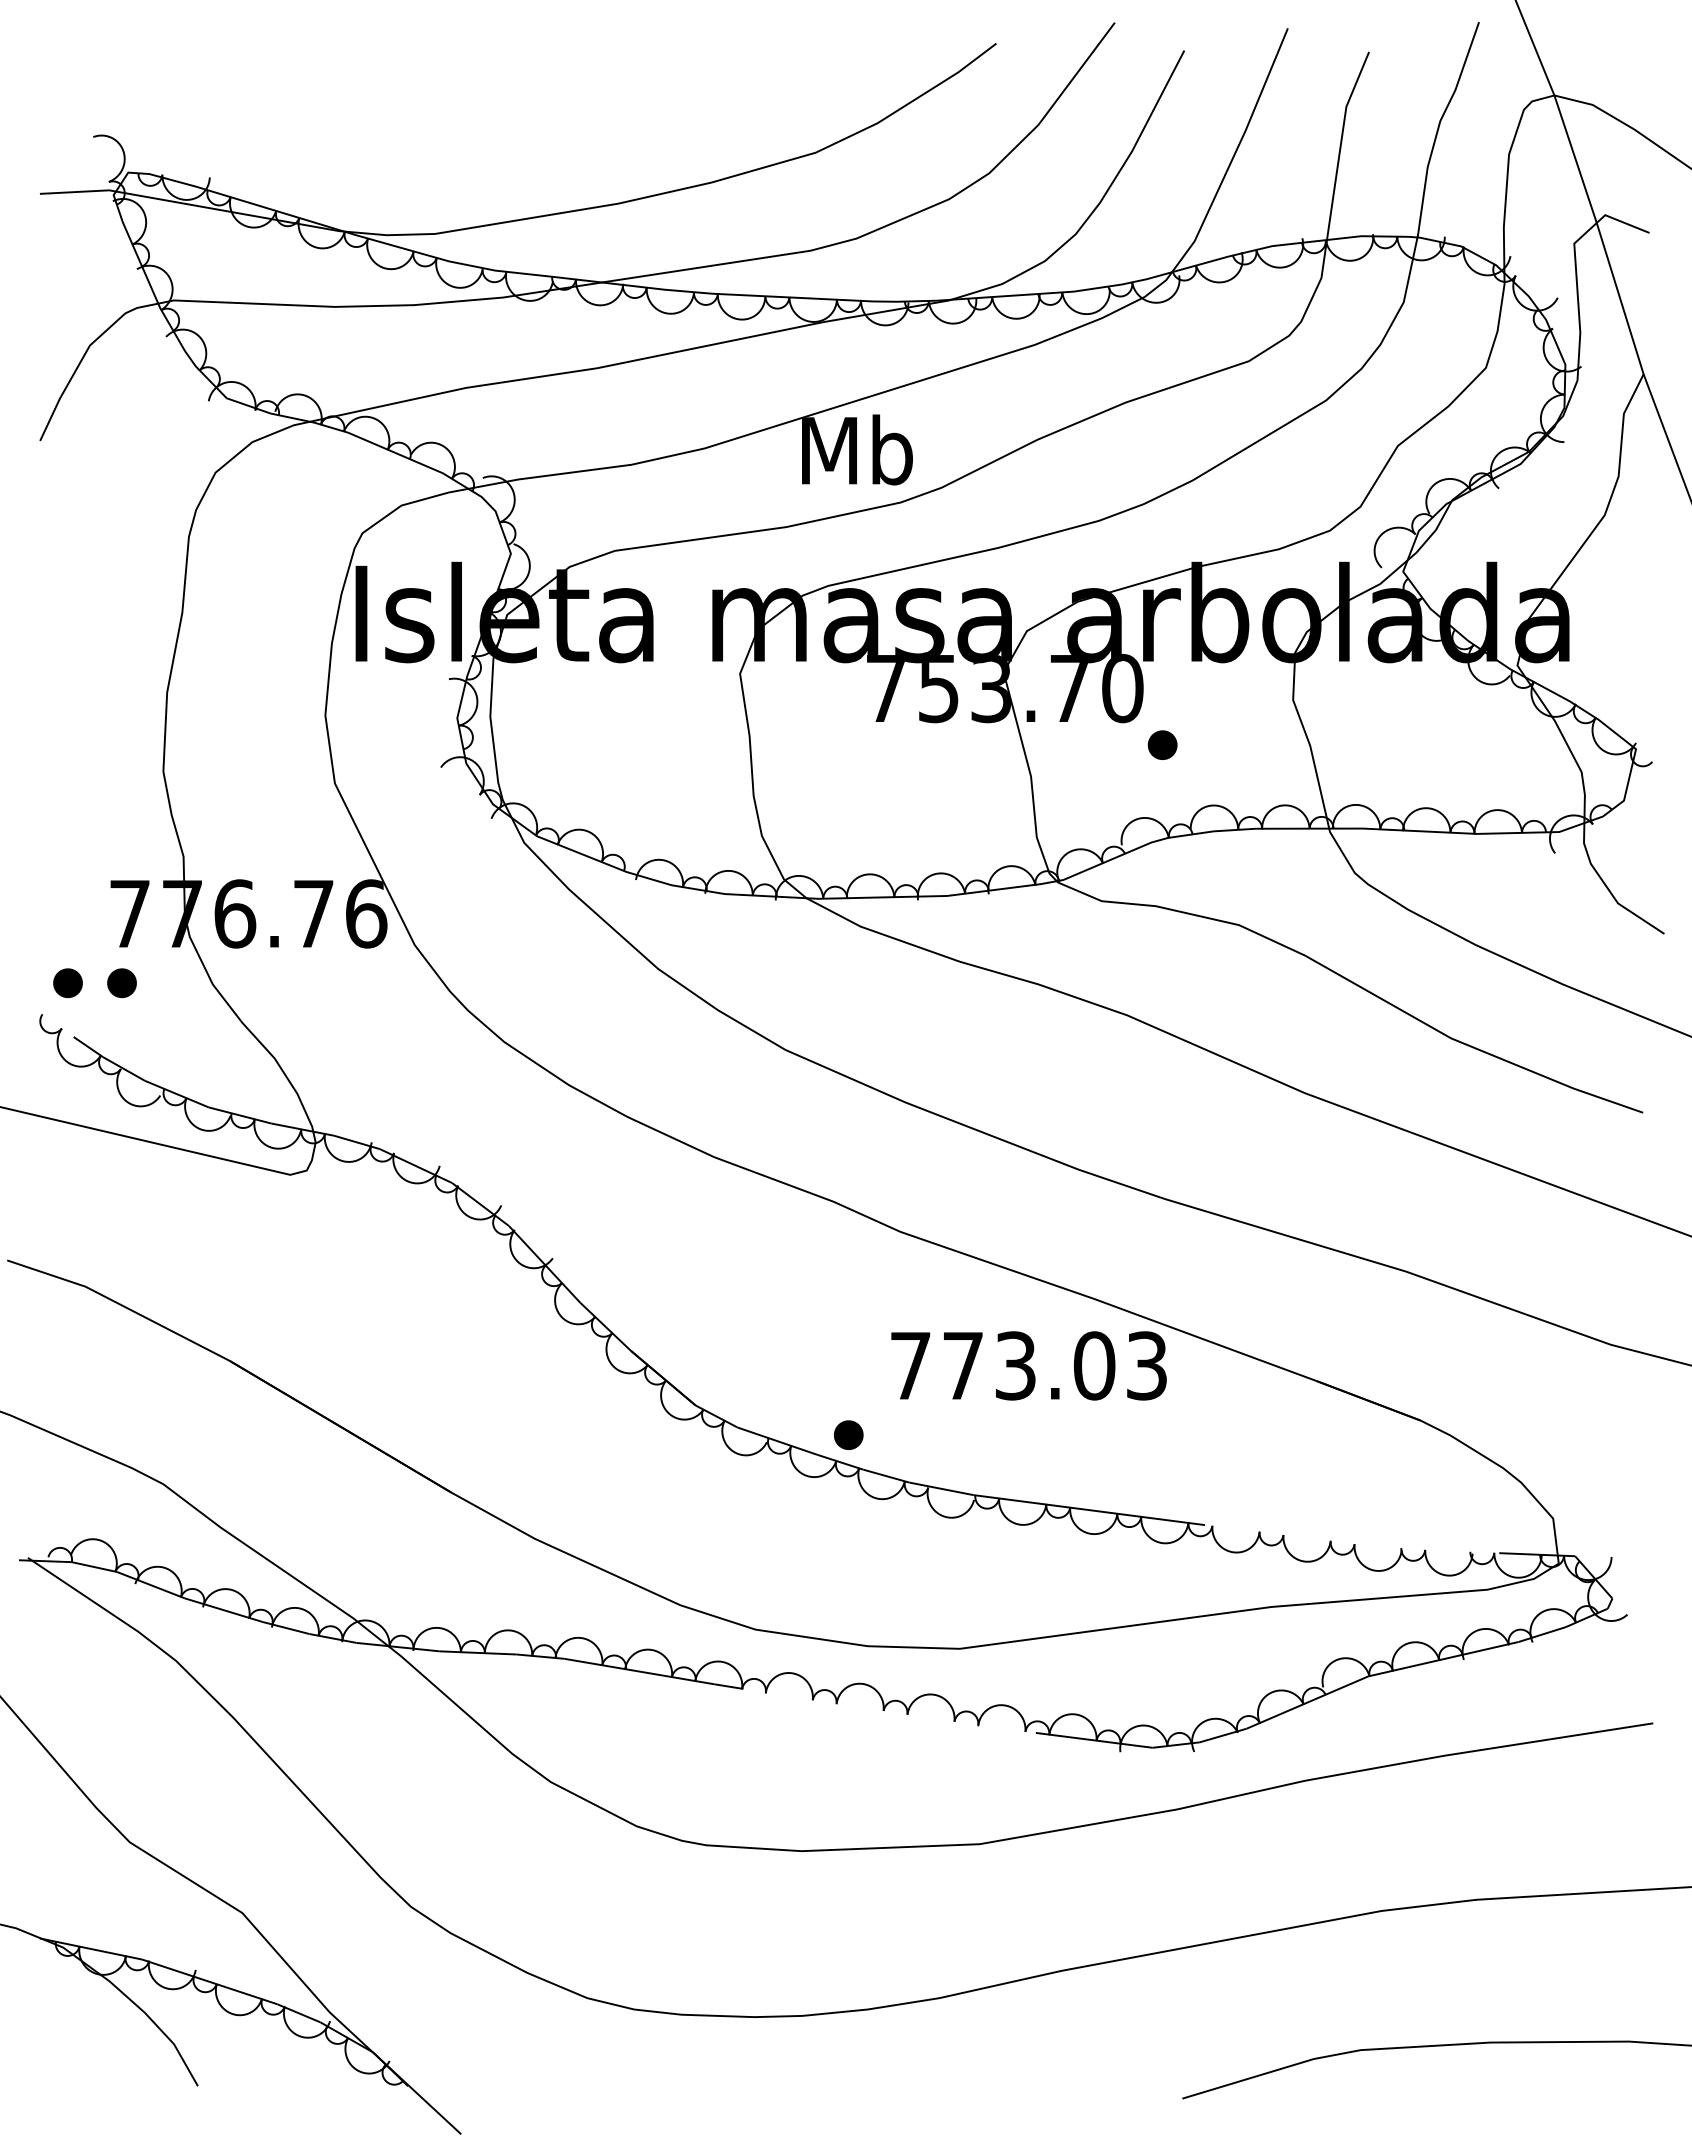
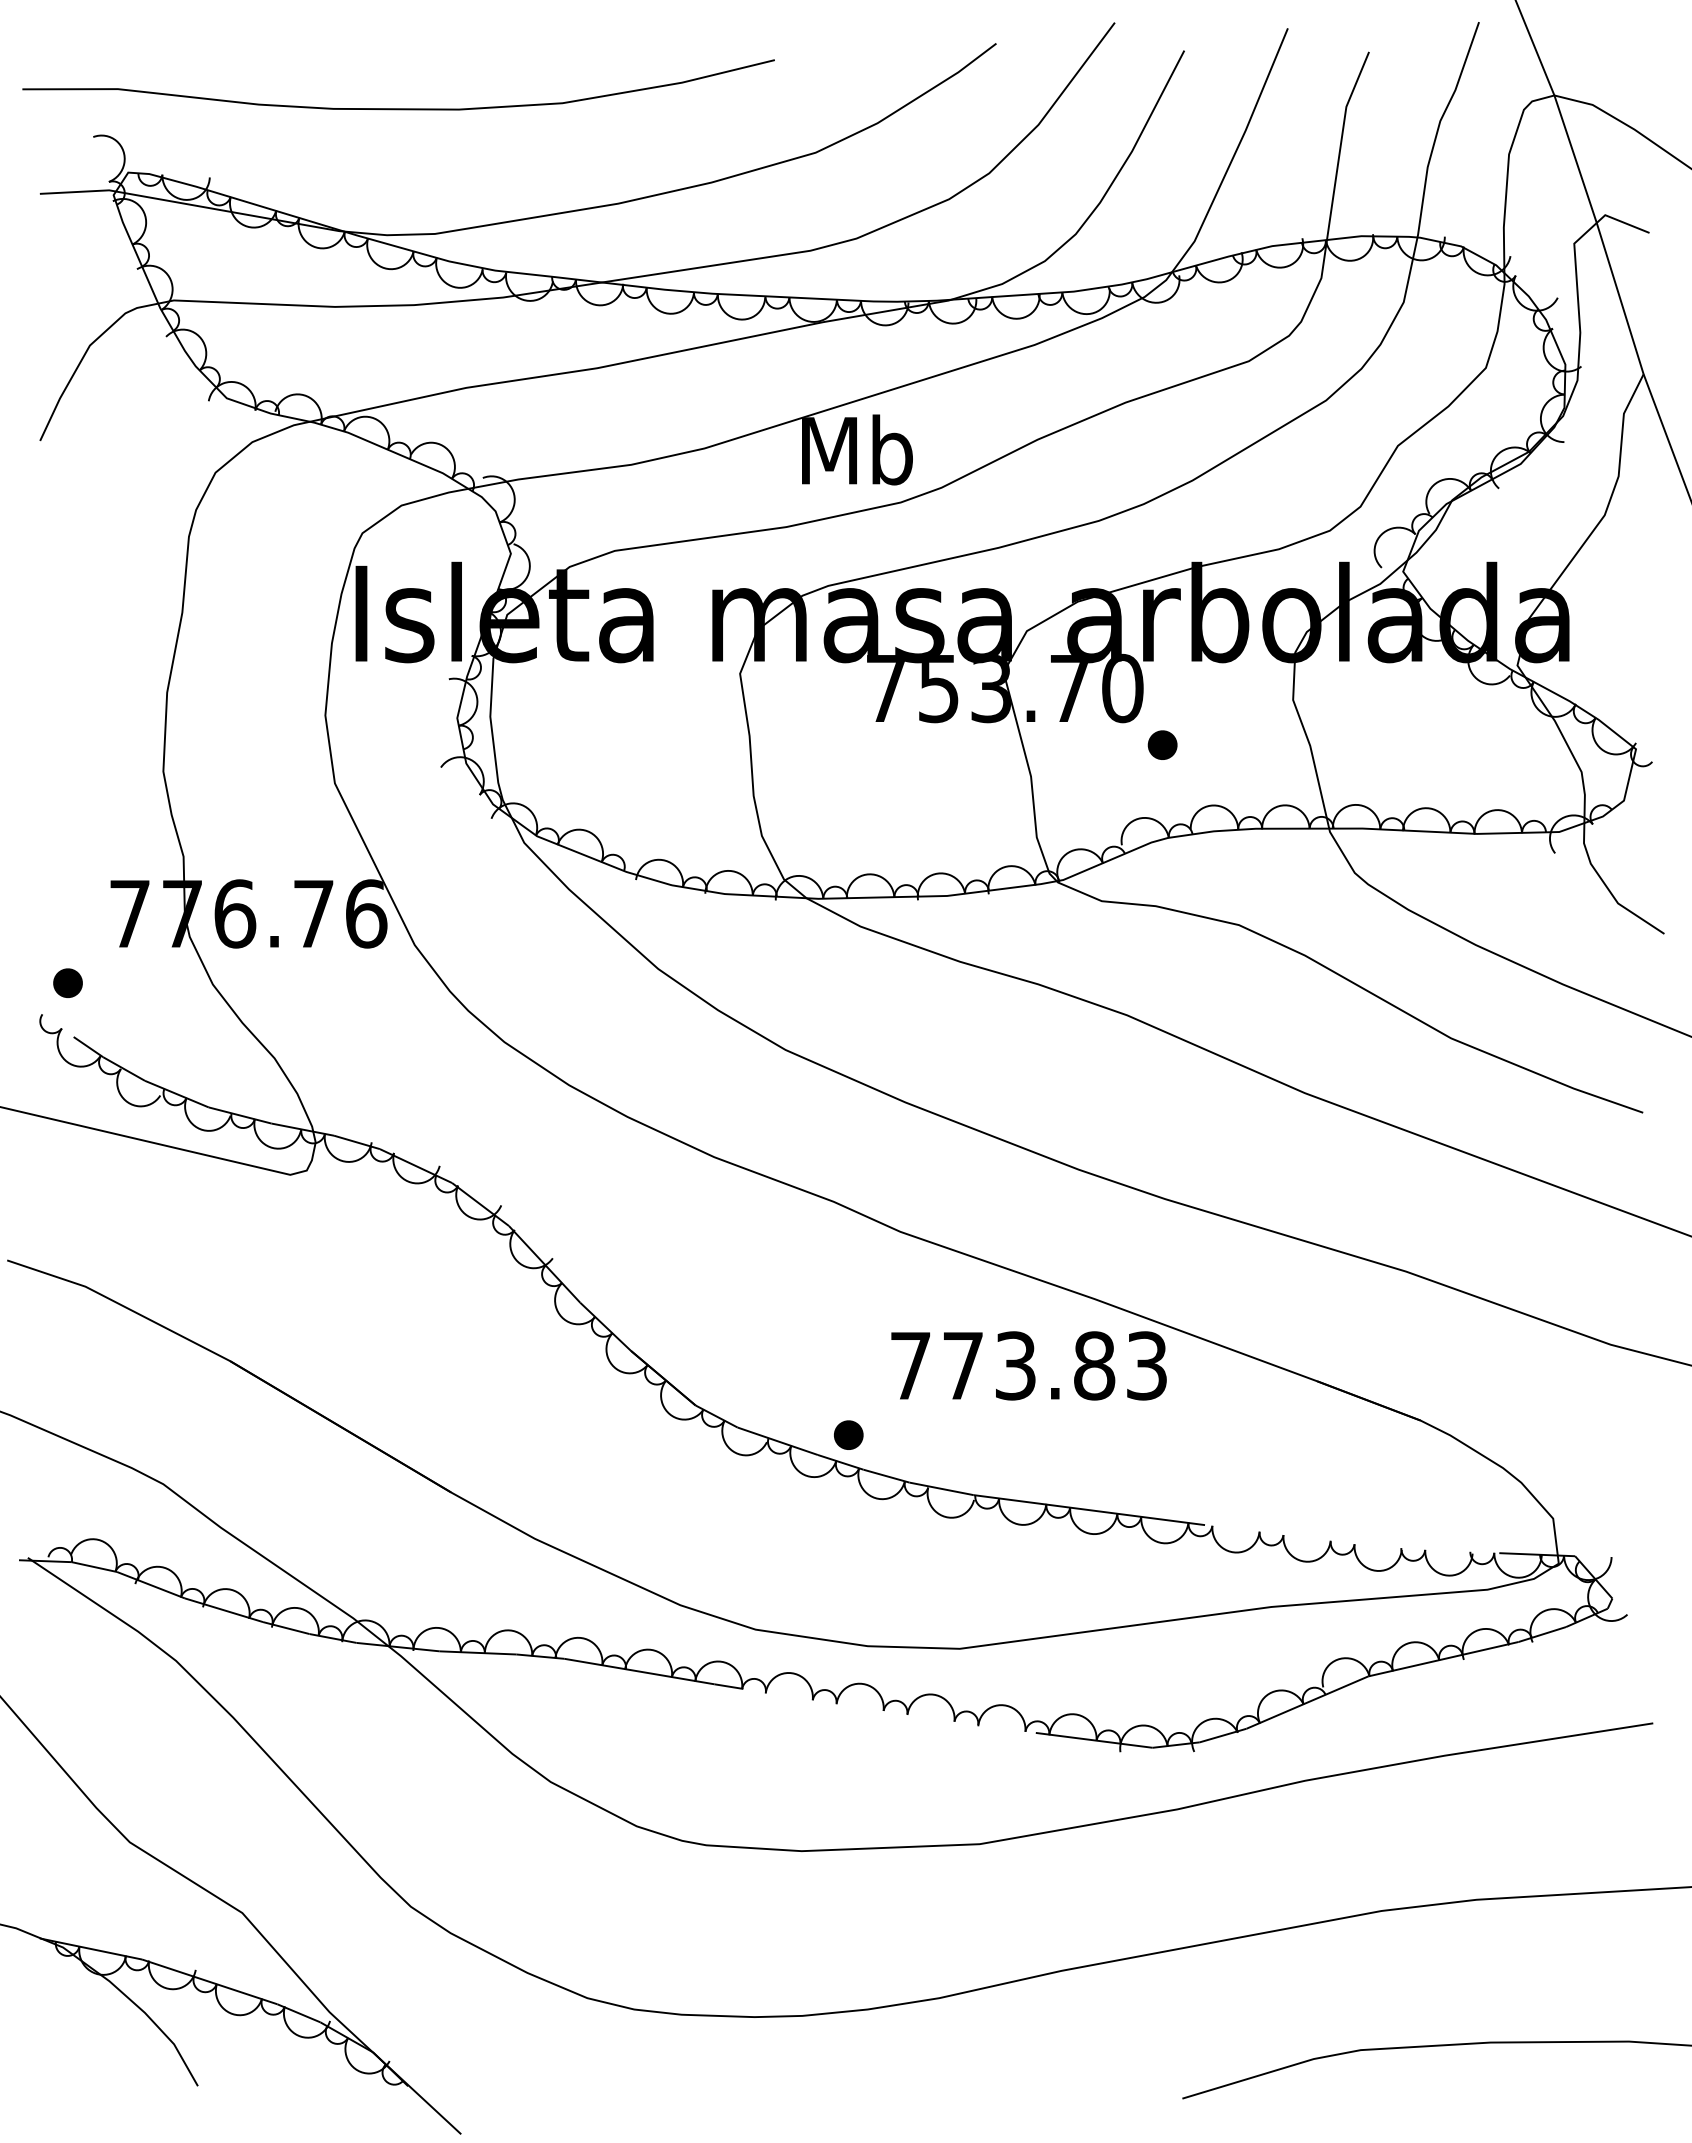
curve at (398, 108): none -> present
part at (121, 982): present -> none
text at (1094, 1365): 773.03 -> 773.83
